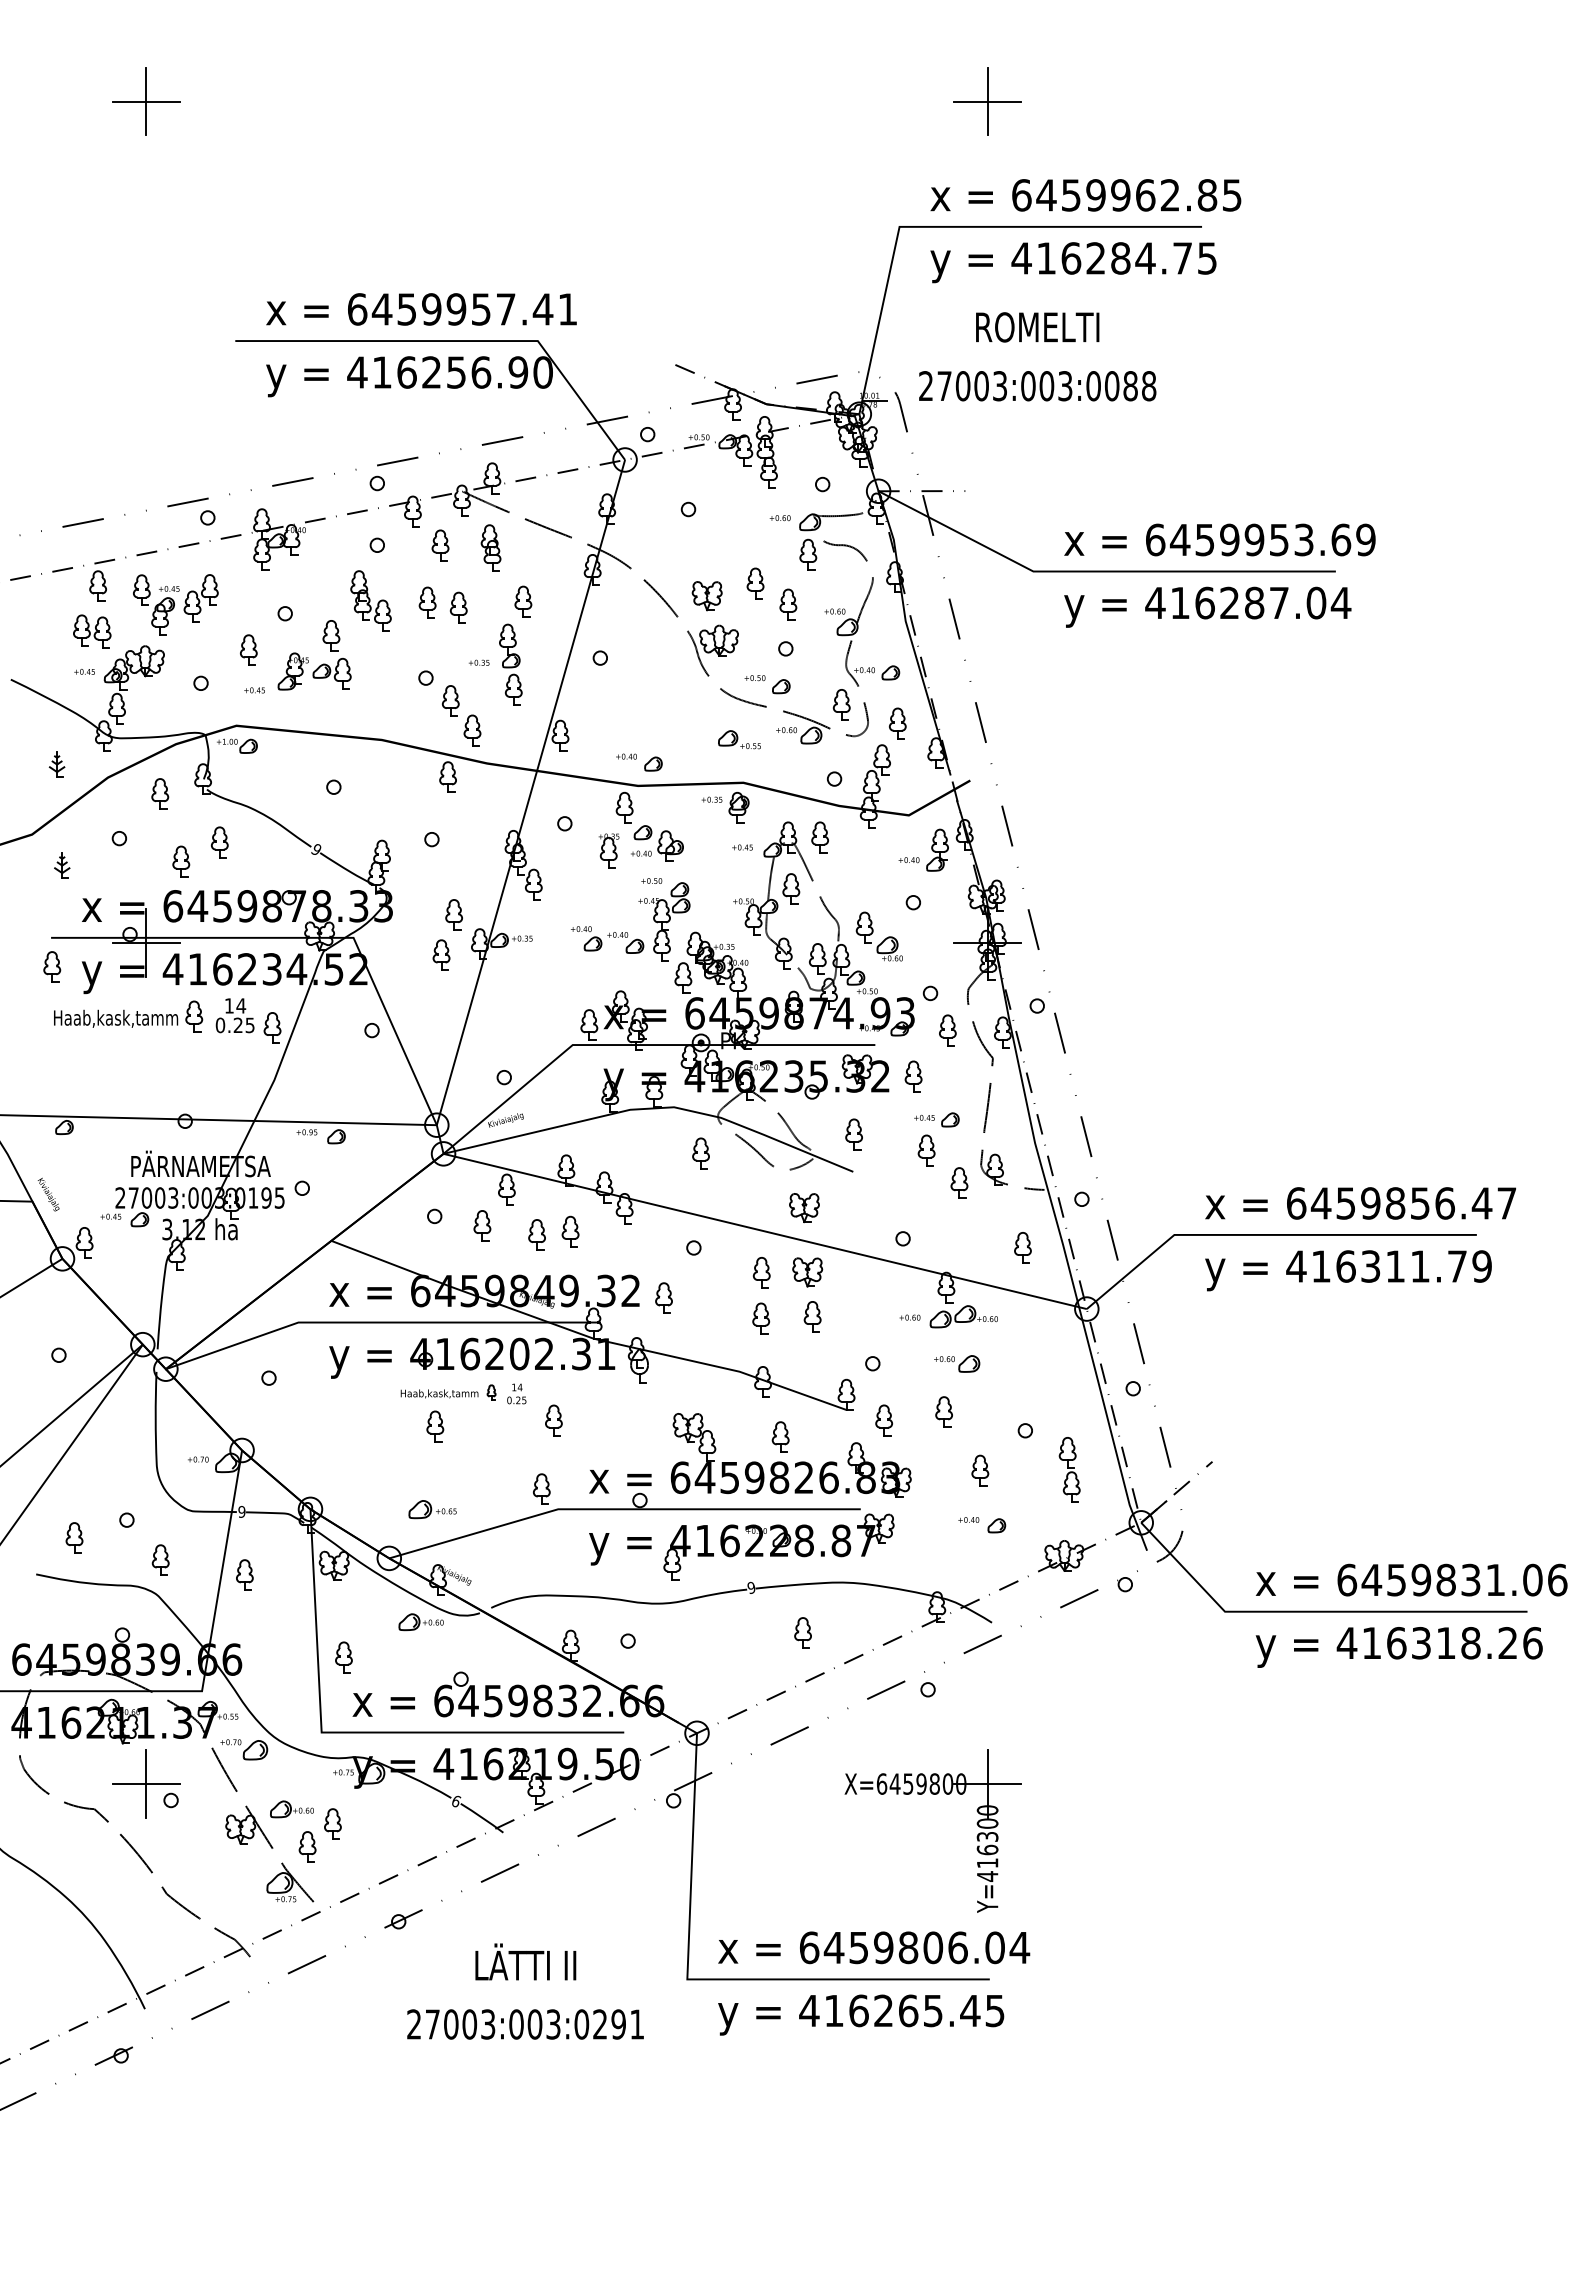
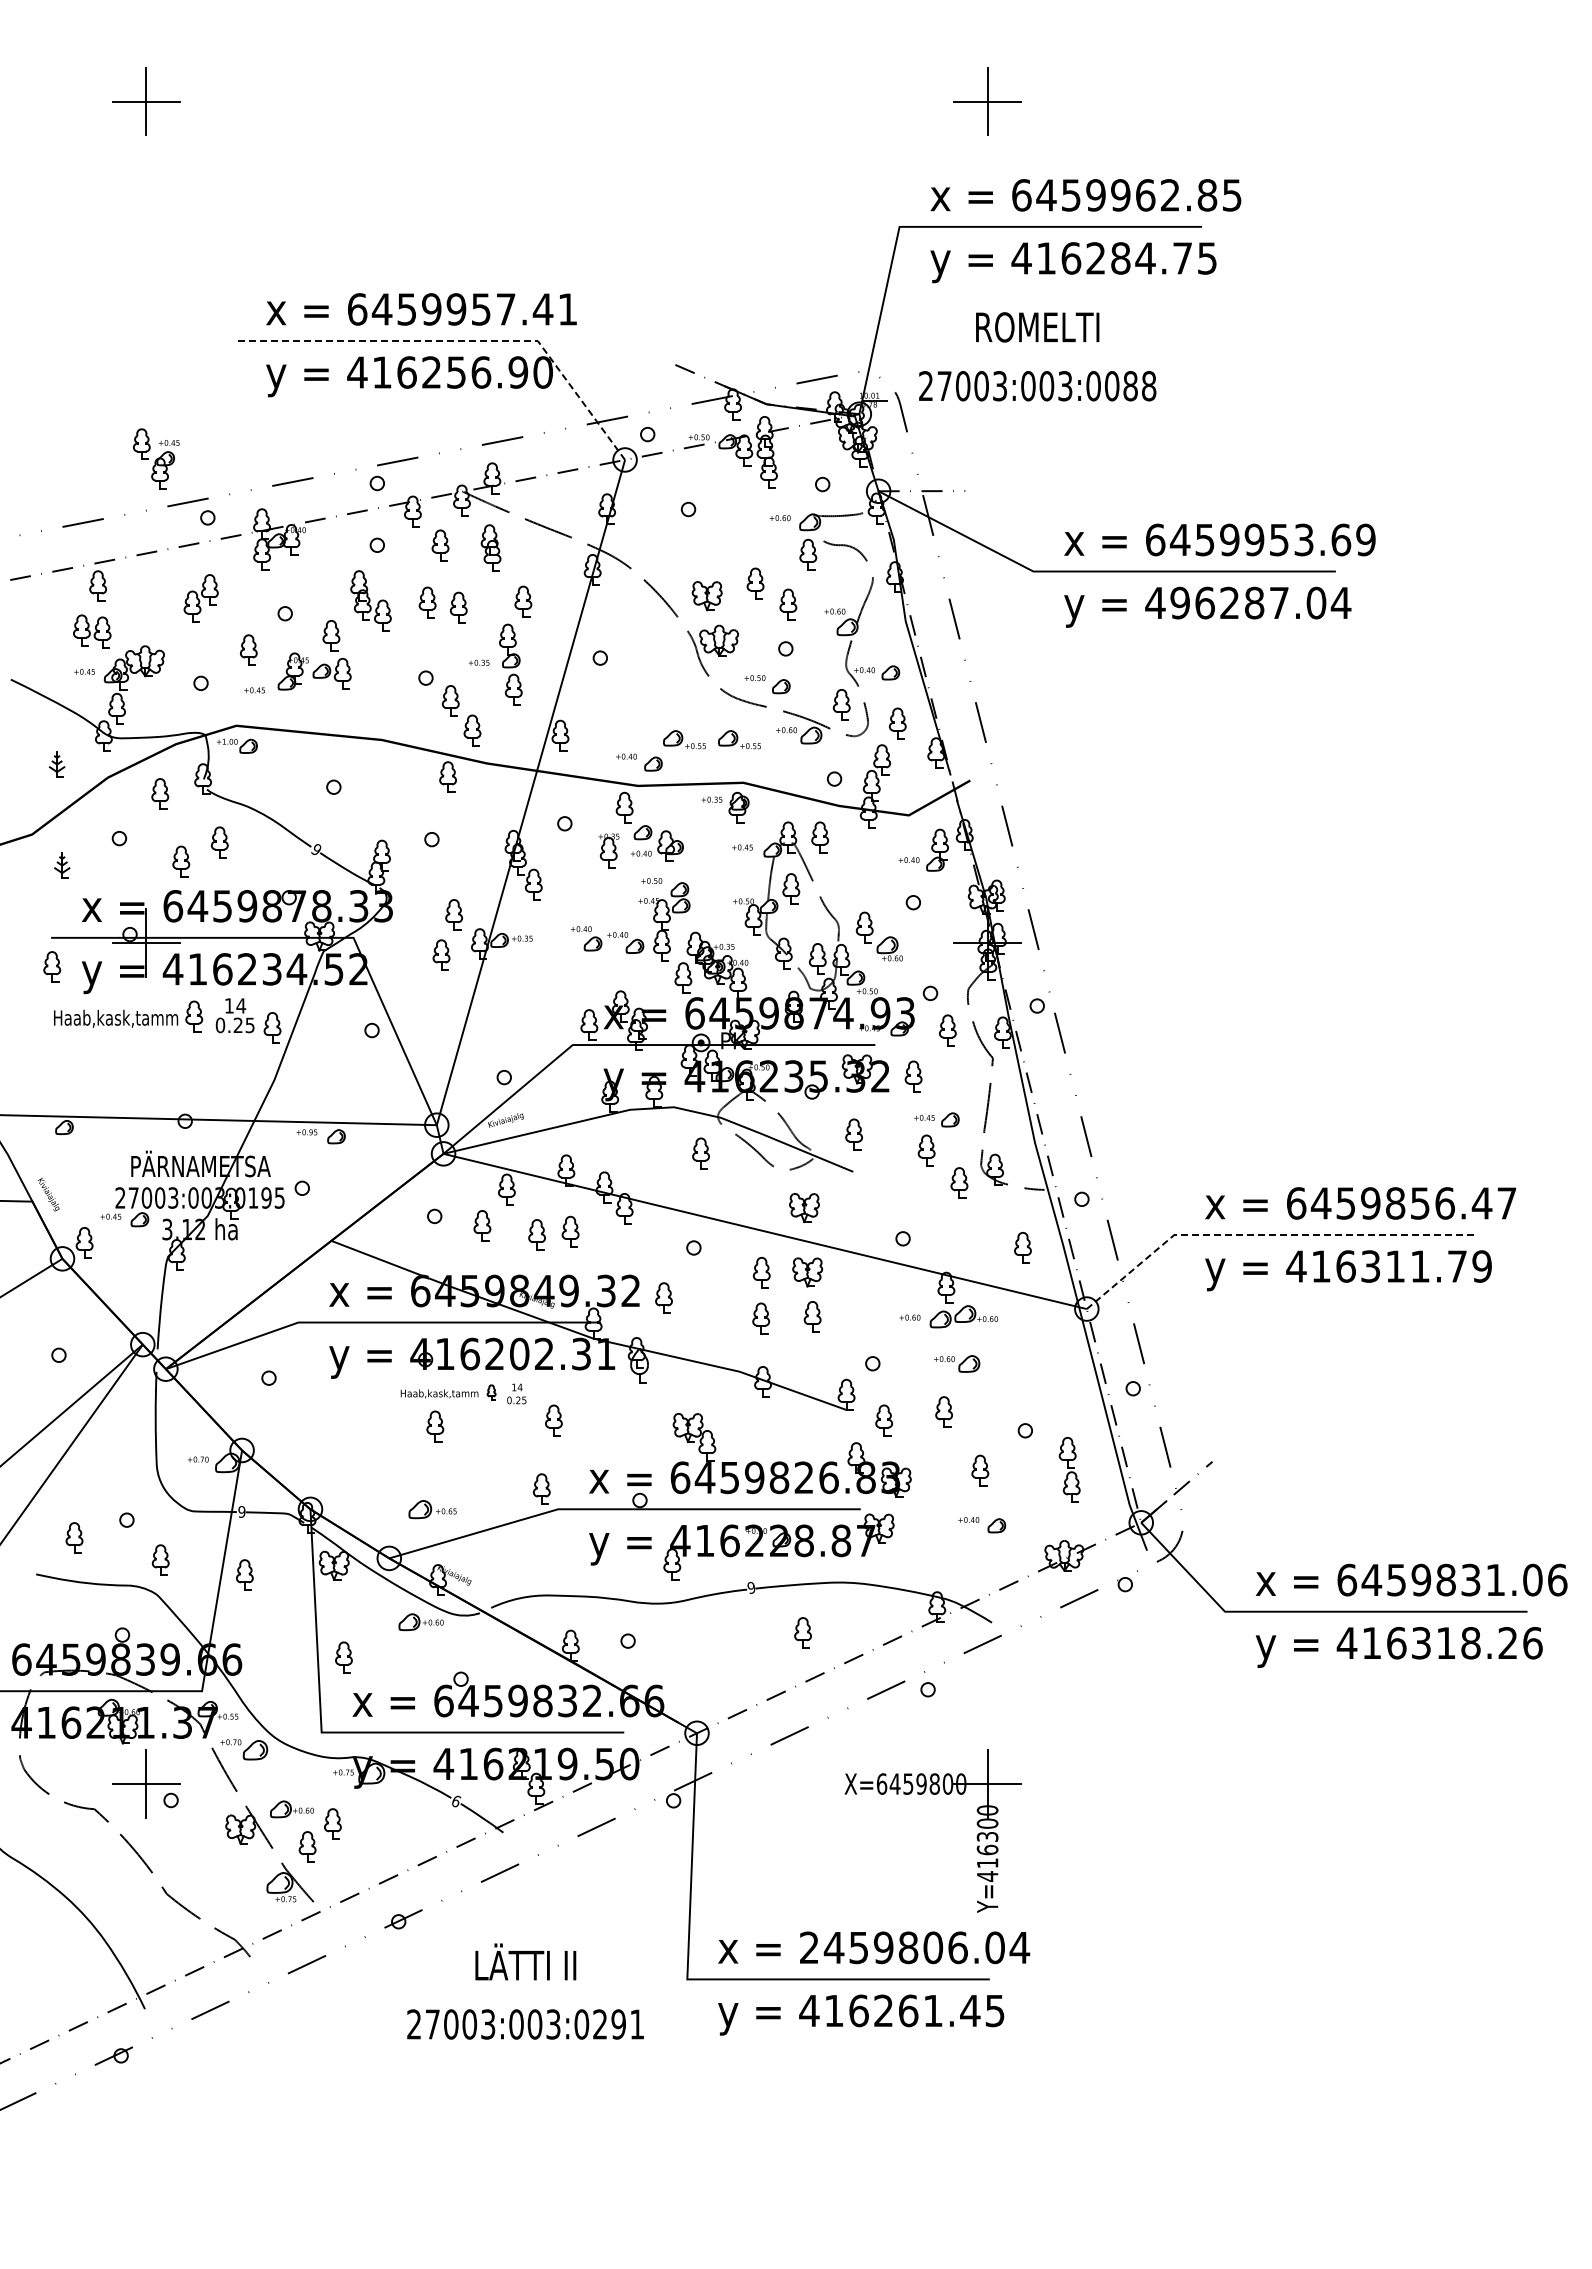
line at (460, 341): solid -> dashed
text at (1179, 602): 416287.04 -> 496287.04
part at (156, 604) position: (156, 604) -> (156, 458)
part at (684, 739): none -> present
line at (1268, 1234): solid -> dashed
part at (780, 1436): present -> none
text at (809, 1947): 6459806.04 -> 2459806.04
text at (933, 2011): 416265.45 -> 416261.45
